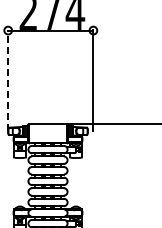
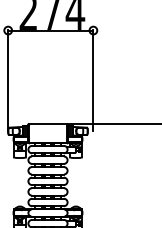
line at (8, 80): dashed -> solid
